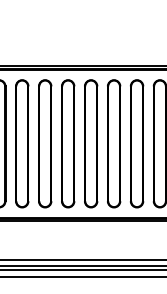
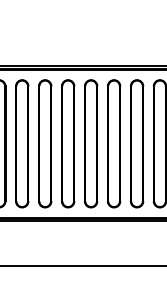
line at (82, 260): present -> none
line at (82, 269): present -> none
line at (82, 276): present -> none
